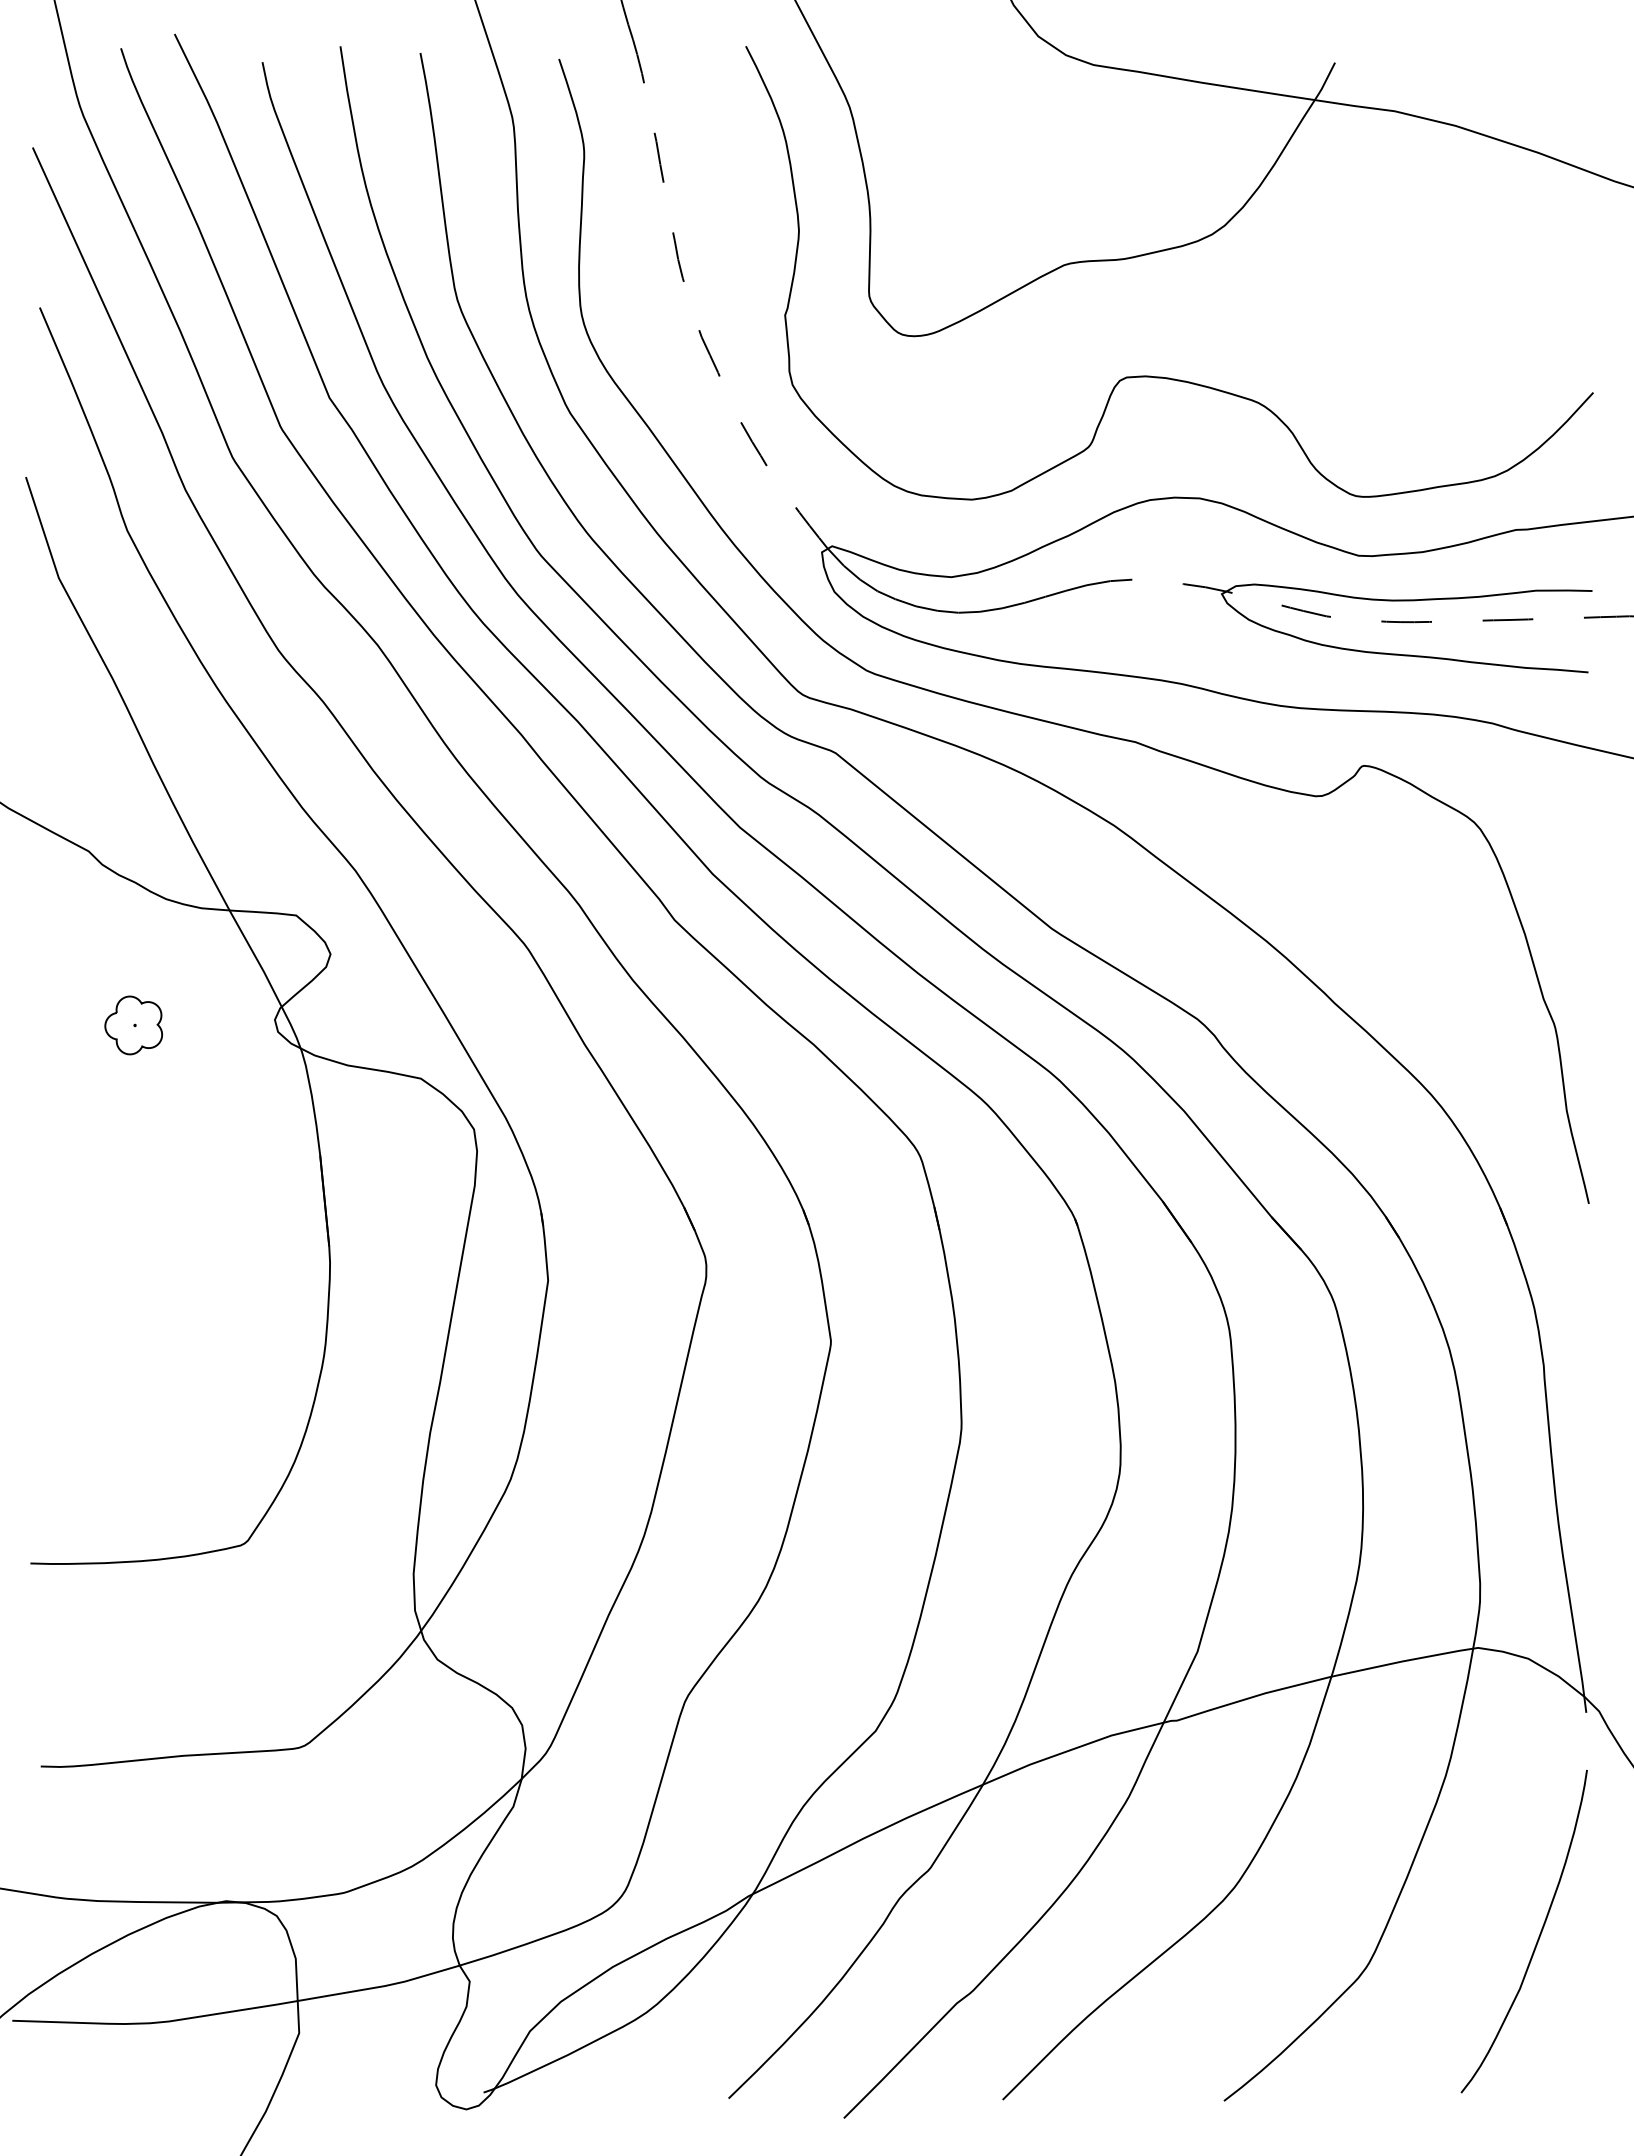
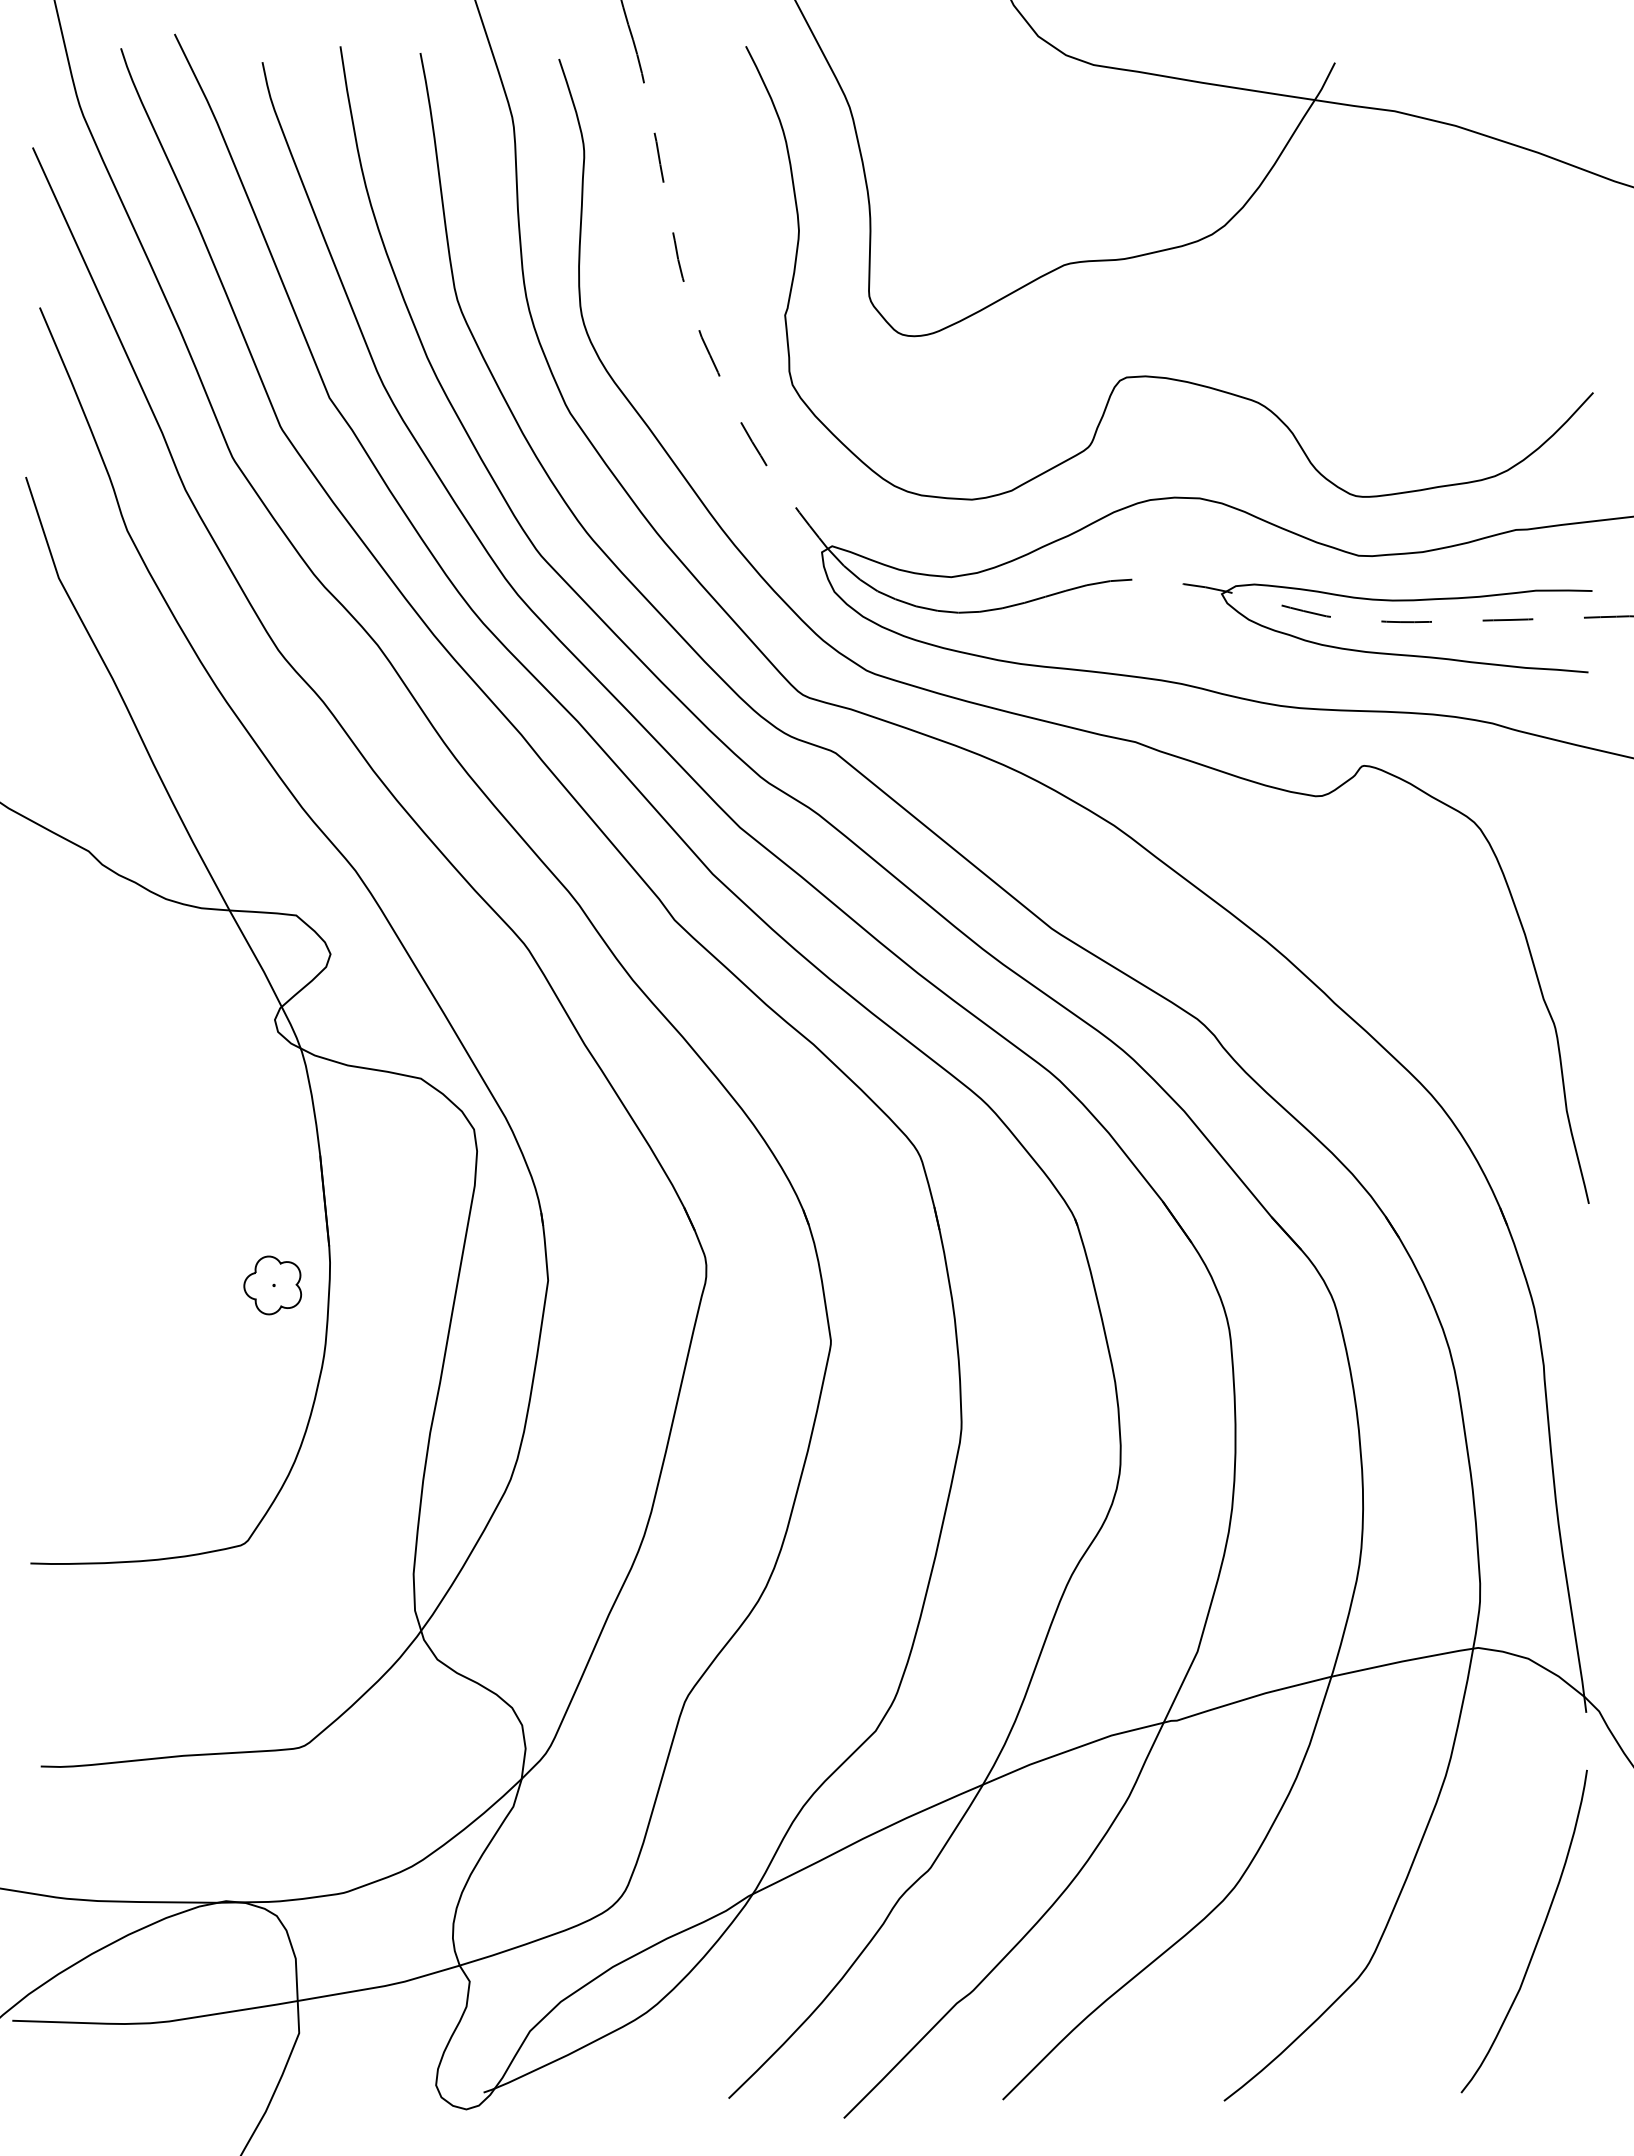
part at (133, 1025) position: (133, 1025) -> (272, 1285)
